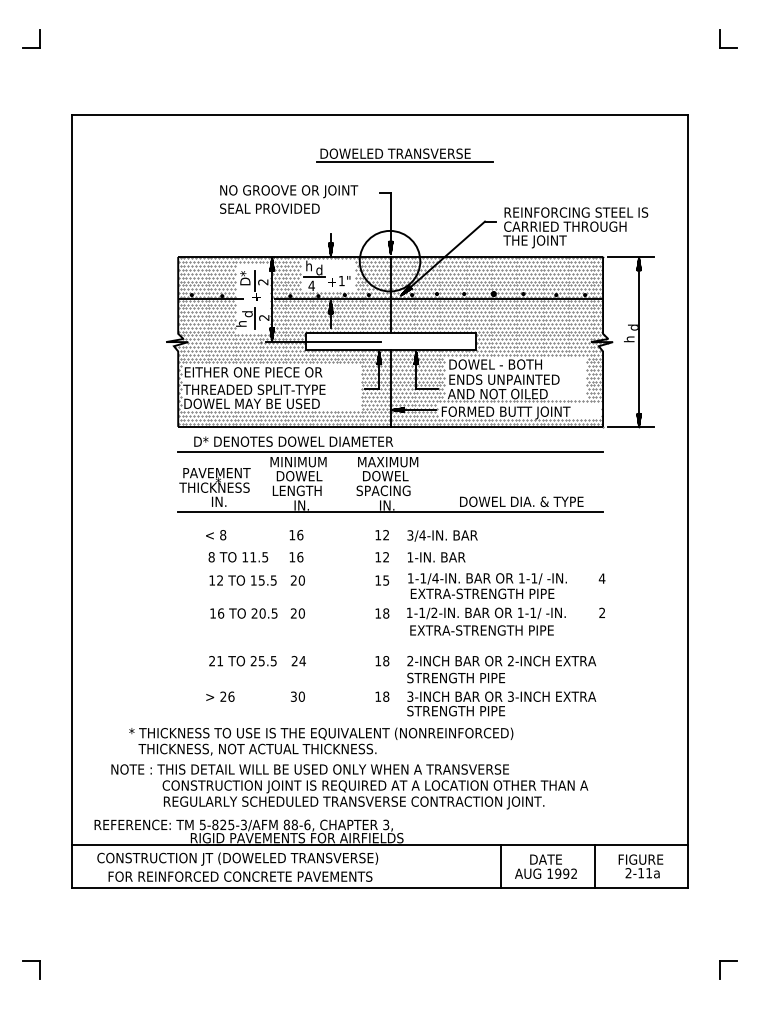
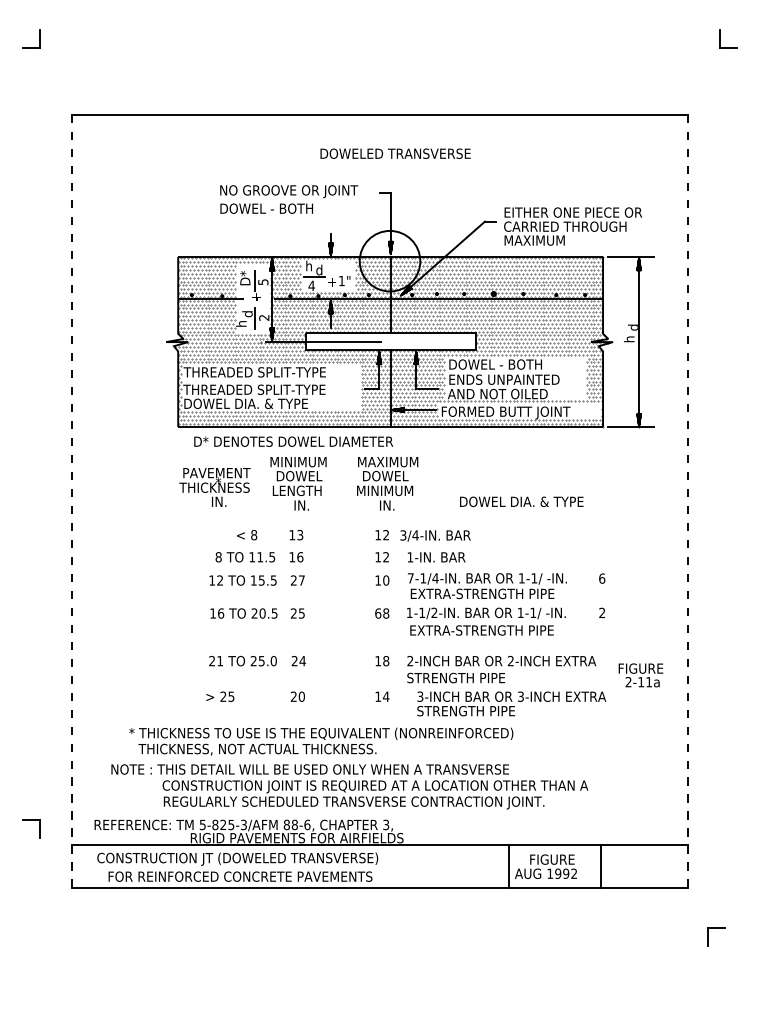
line at (405, 161): present -> none
text at (269, 208): SEAL PROVIDED -> DOWEL - BOTH
text at (576, 212): REINFORCING STEEL IS -> EITHER ONE PIECE OR
text at (534, 241): THE JOINT -> MAXIMUM
text at (263, 282): 2 -> 5
text at (254, 372): EITHER ONE PIECE OR -> THREADED SPLIT-TYPE
text at (277, 403): DOWEL MAY BE USED -> DOWEL DIA. & TYPE
line at (390, 452): present -> none
text at (384, 490): SPACING -> MINIMUM
line at (72, 501): solid -> dashed
line at (687, 501): solid -> dashed
line at (390, 511): present -> none
text at (216, 535) position: (216, 535) -> (247, 535)
text at (300, 535): 16 -> 13
text at (442, 535) position: (442, 535) -> (435, 535)
text at (238, 557) position: (238, 557) -> (245, 557)
text at (410, 578): 1-1/4-IN. -> 7-1/4-IN.
text at (601, 578): 4 -> 6
text at (301, 580): 20 -> 27
text at (386, 580): 15 -> 10
text at (301, 613): 20 -> 25
text at (378, 613): 18 -> 68
text at (273, 661): 25.5 -> 25.0
text at (231, 696): 26 -> 25
text at (293, 696): 30 -> 20
text at (385, 696): 18 -> 14
text at (501, 703) position: (501, 703) -> (511, 703)
text at (552, 859): DATE -> FIGURE
line at (501, 866) position: (501, 866) -> (509, 866)
line at (594, 866) position: (594, 866) -> (600, 866)
text at (640, 866) position: (640, 866) -> (640, 675)
part at (31, 961) position: (31, 961) -> (31, 820)
part at (728, 961) position: (728, 961) -> (716, 928)
